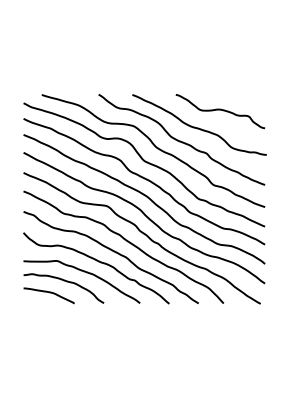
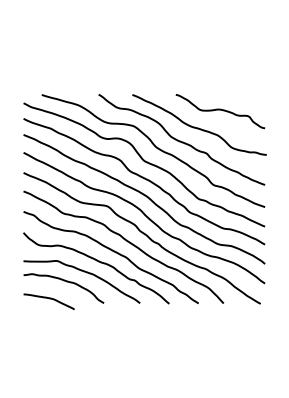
curve at (49, 293) position: (49, 293) -> (49, 299)
